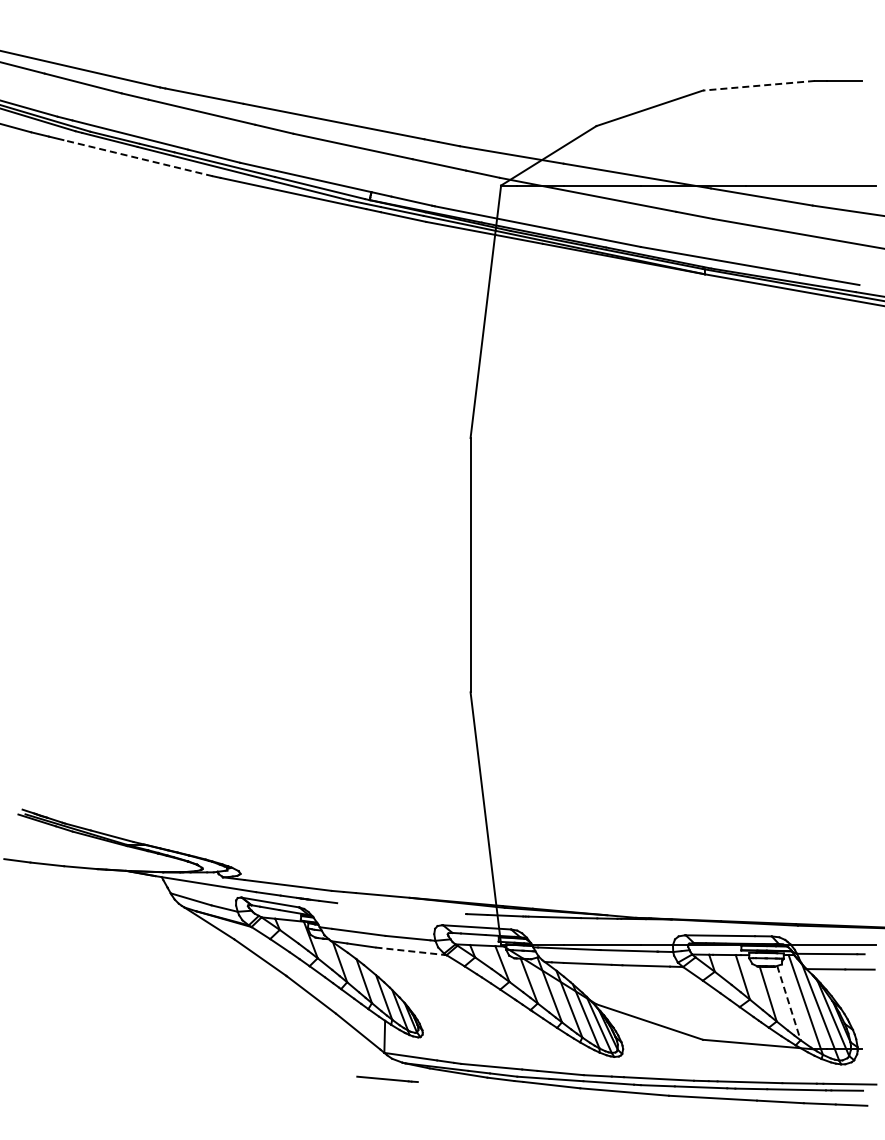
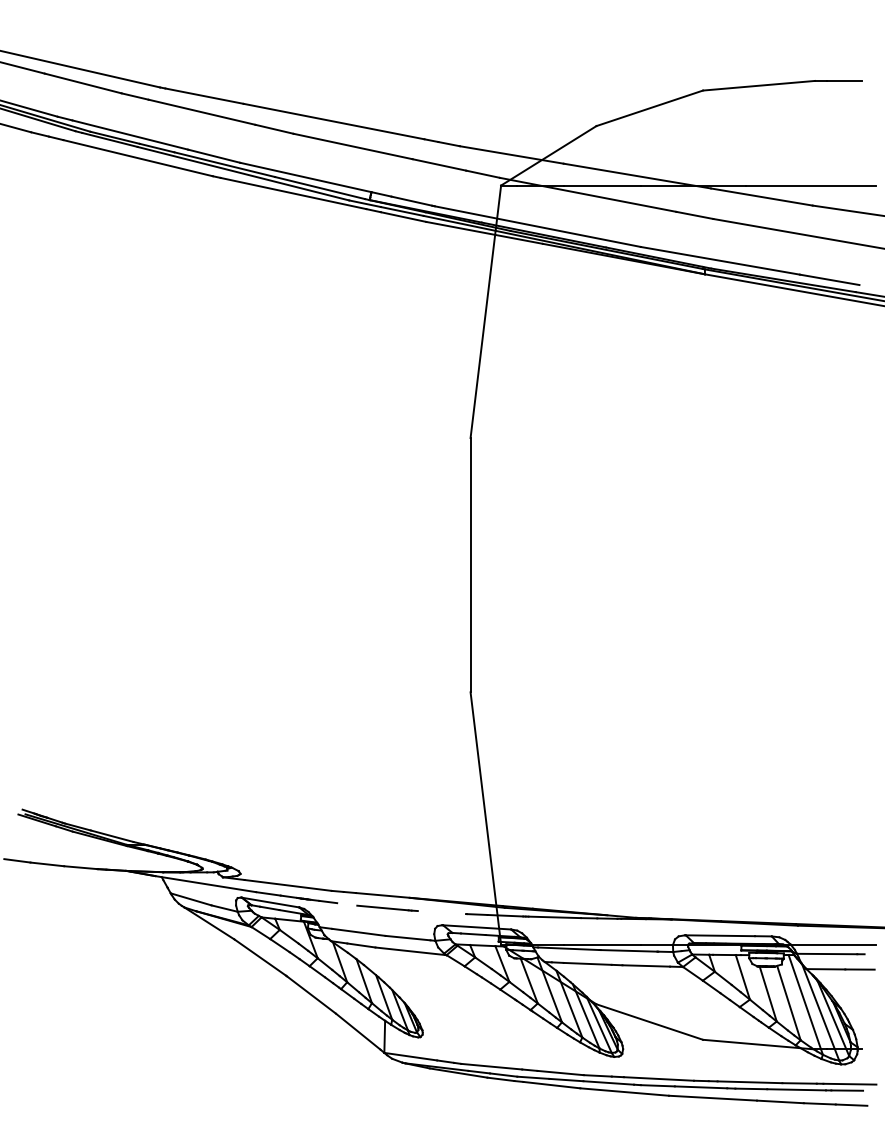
line at (758, 85): dashed -> solid
line at (138, 158): dashed -> solid
line at (410, 951): dashed -> solid
line at (788, 1003): dashed -> solid
line at (387, 1078) position: (387, 1078) -> (387, 907)
